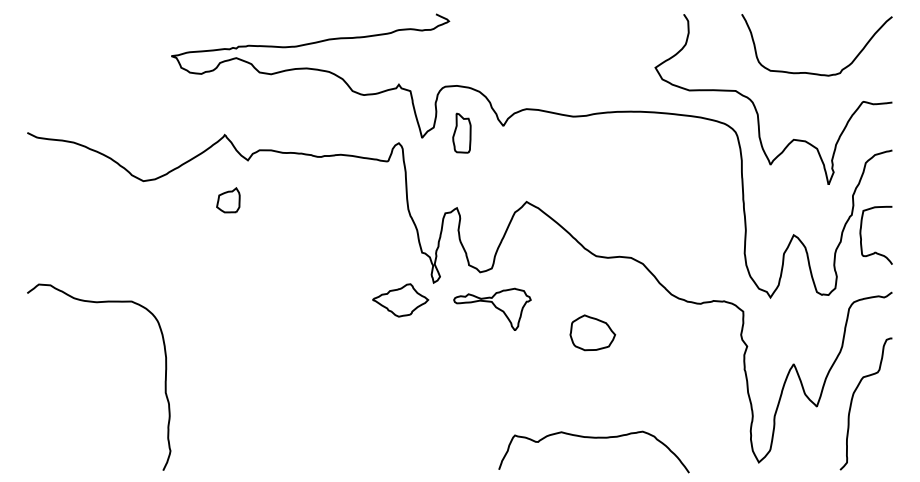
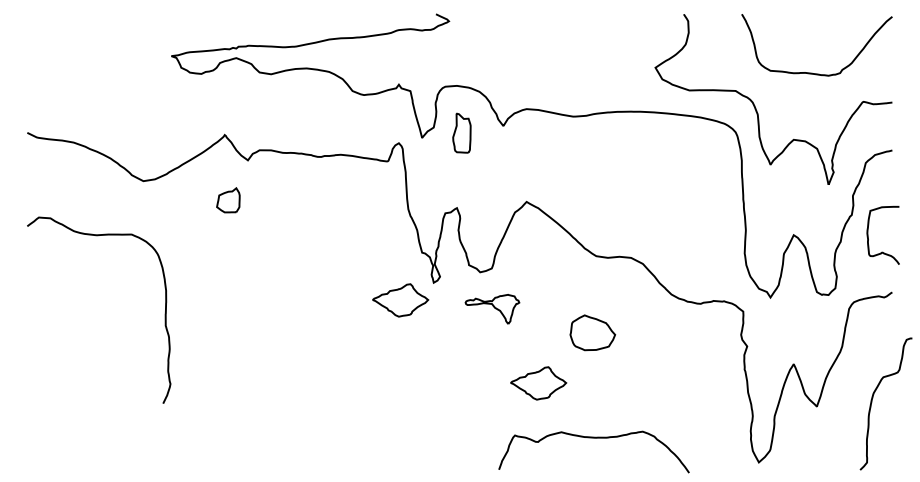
curve at (861, 234) position: (861, 234) -> (868, 234)
part at (492, 308) size: 79x44 px -> 57x31 px
curve at (164, 380) position: (164, 380) -> (164, 313)
part at (538, 383): none -> present
curve at (853, 398) position: (853, 398) -> (873, 398)
